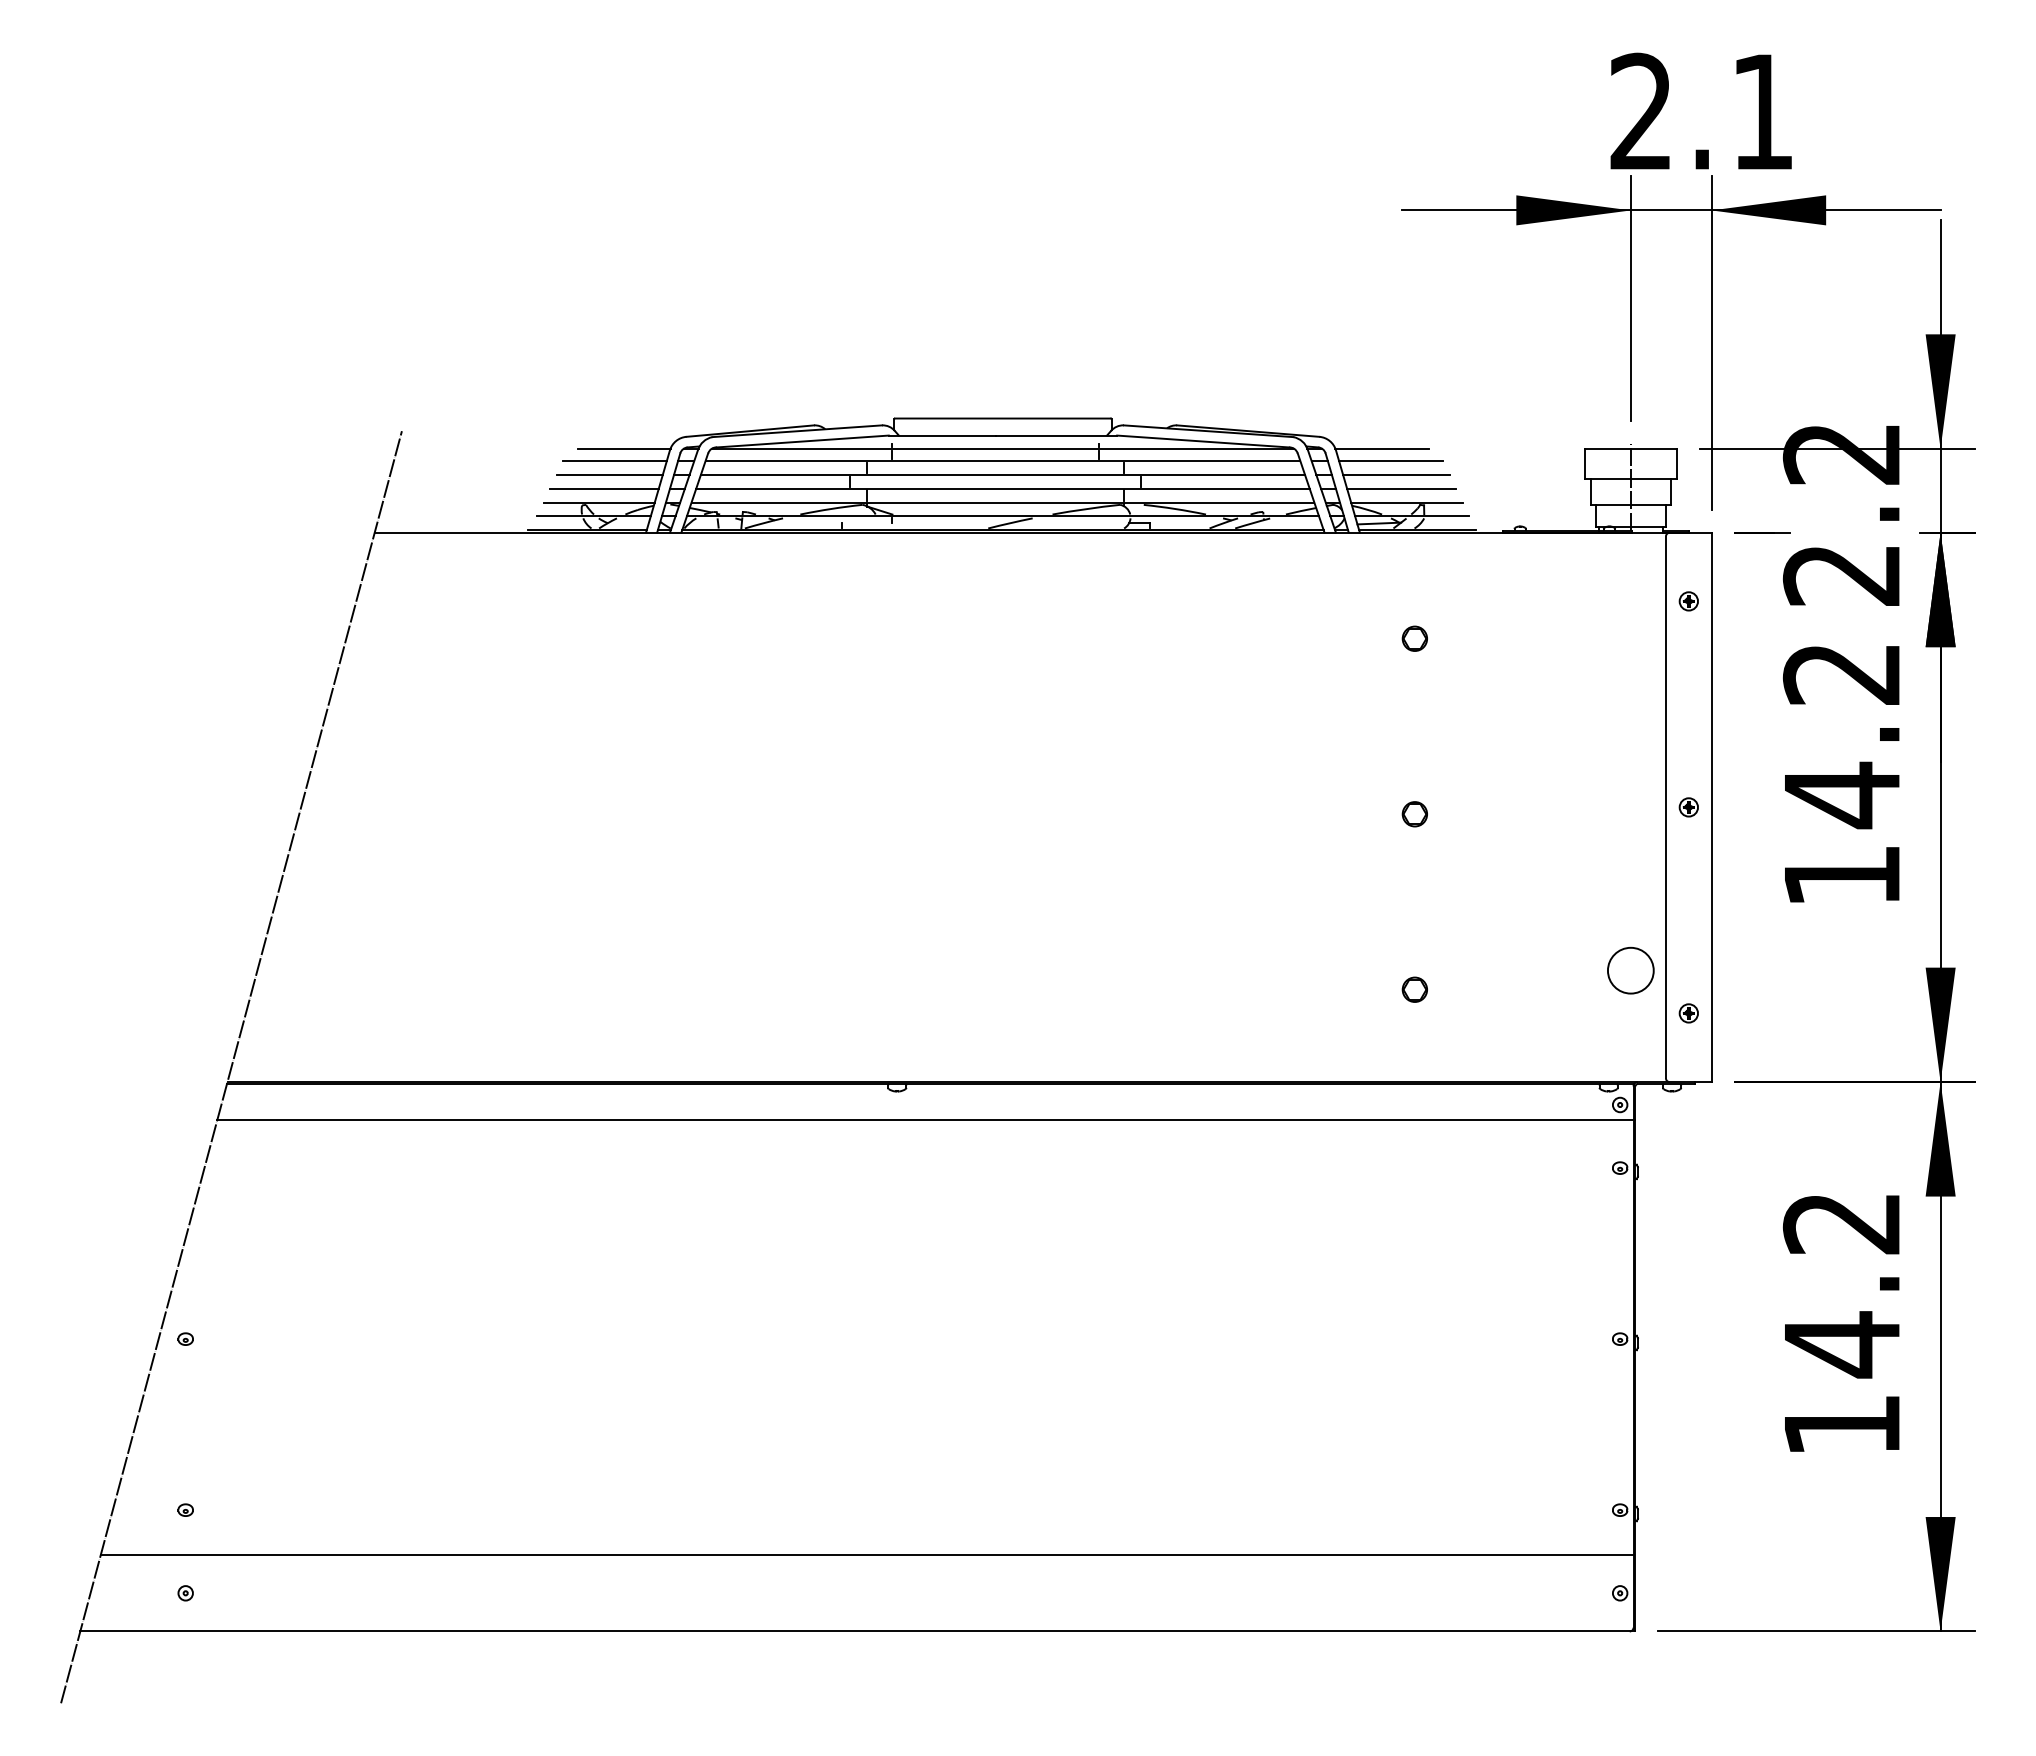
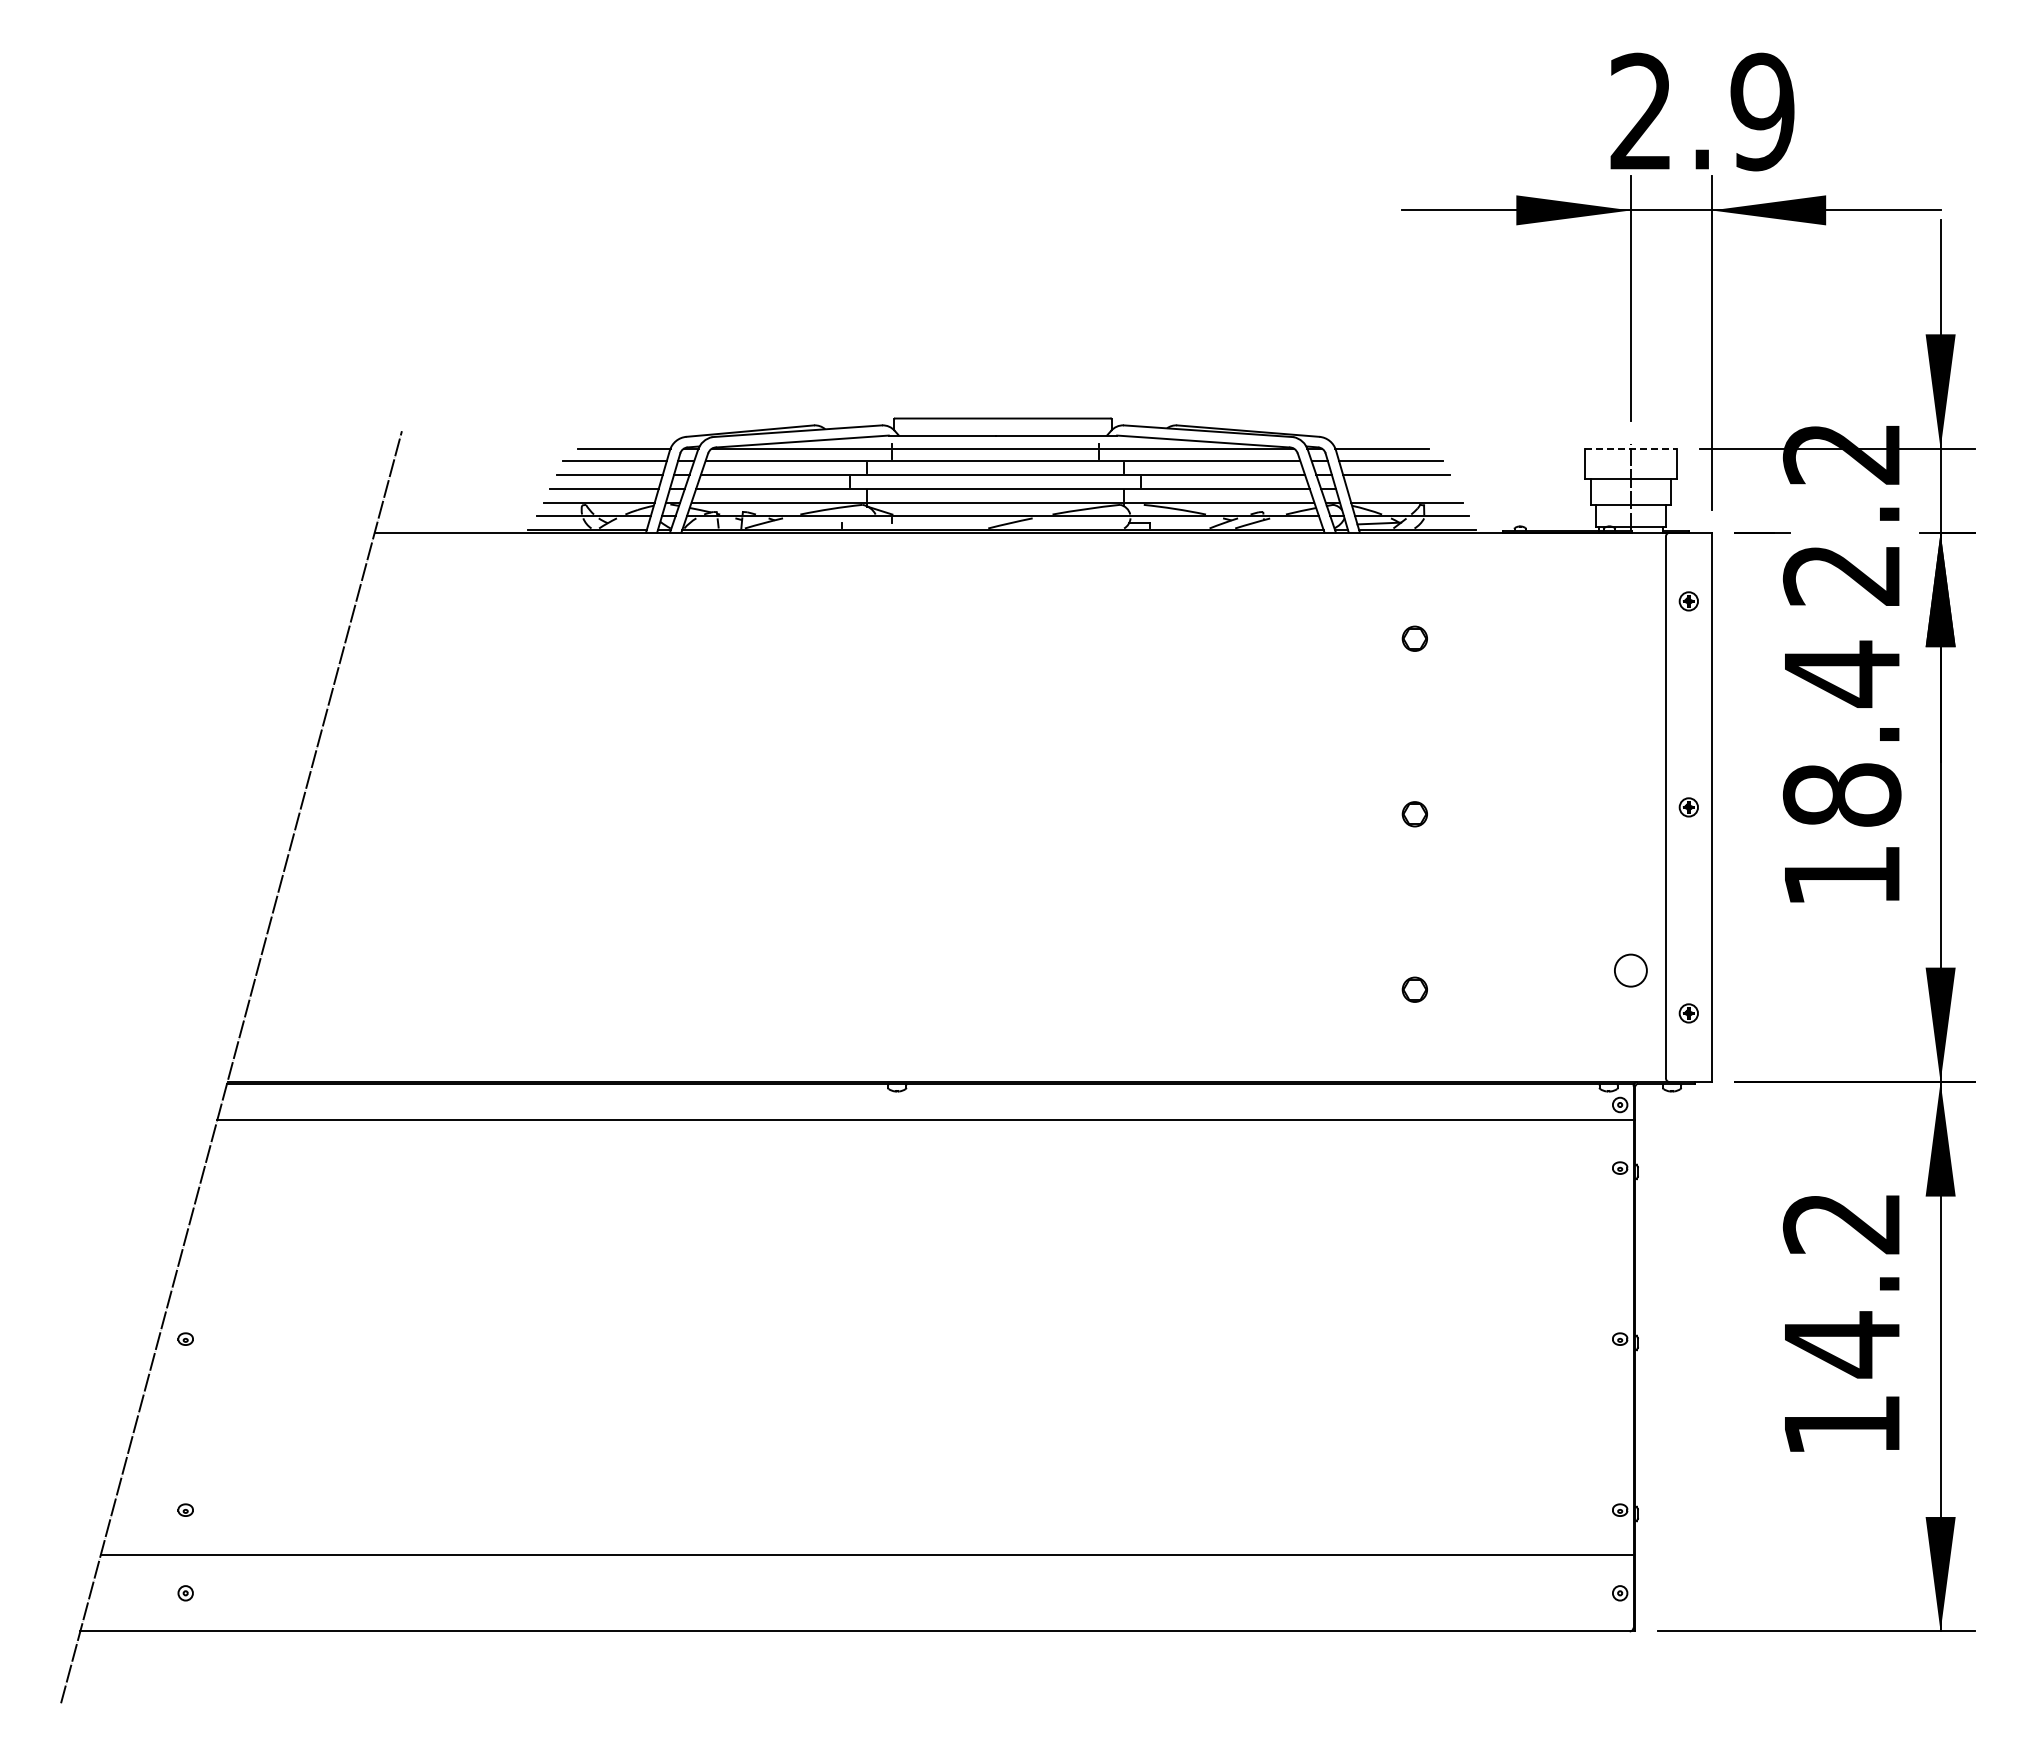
text at (1762, 111): 2.1 -> 2.9
line at (1631, 448): solid -> dashed
line at (1401, 488): present -> none
text at (1841, 734): 14.2 -> 18.4
circle at (1630, 970) size: 48x49 px -> 34x35 px
